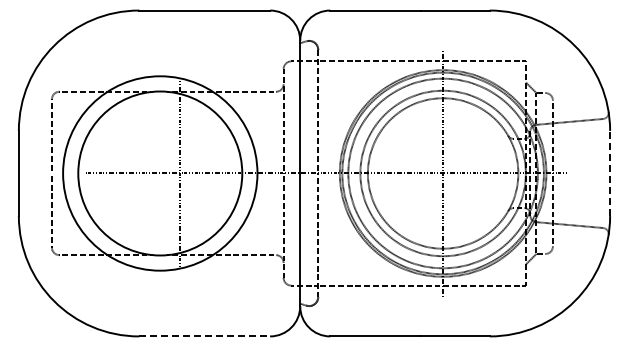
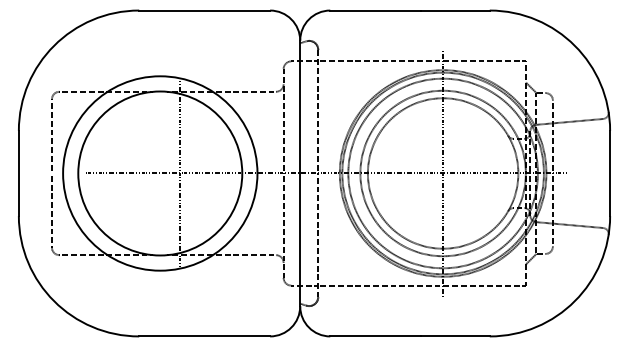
line at (610, 173): dashed -> solid
line at (205, 336): dashed -> solid
